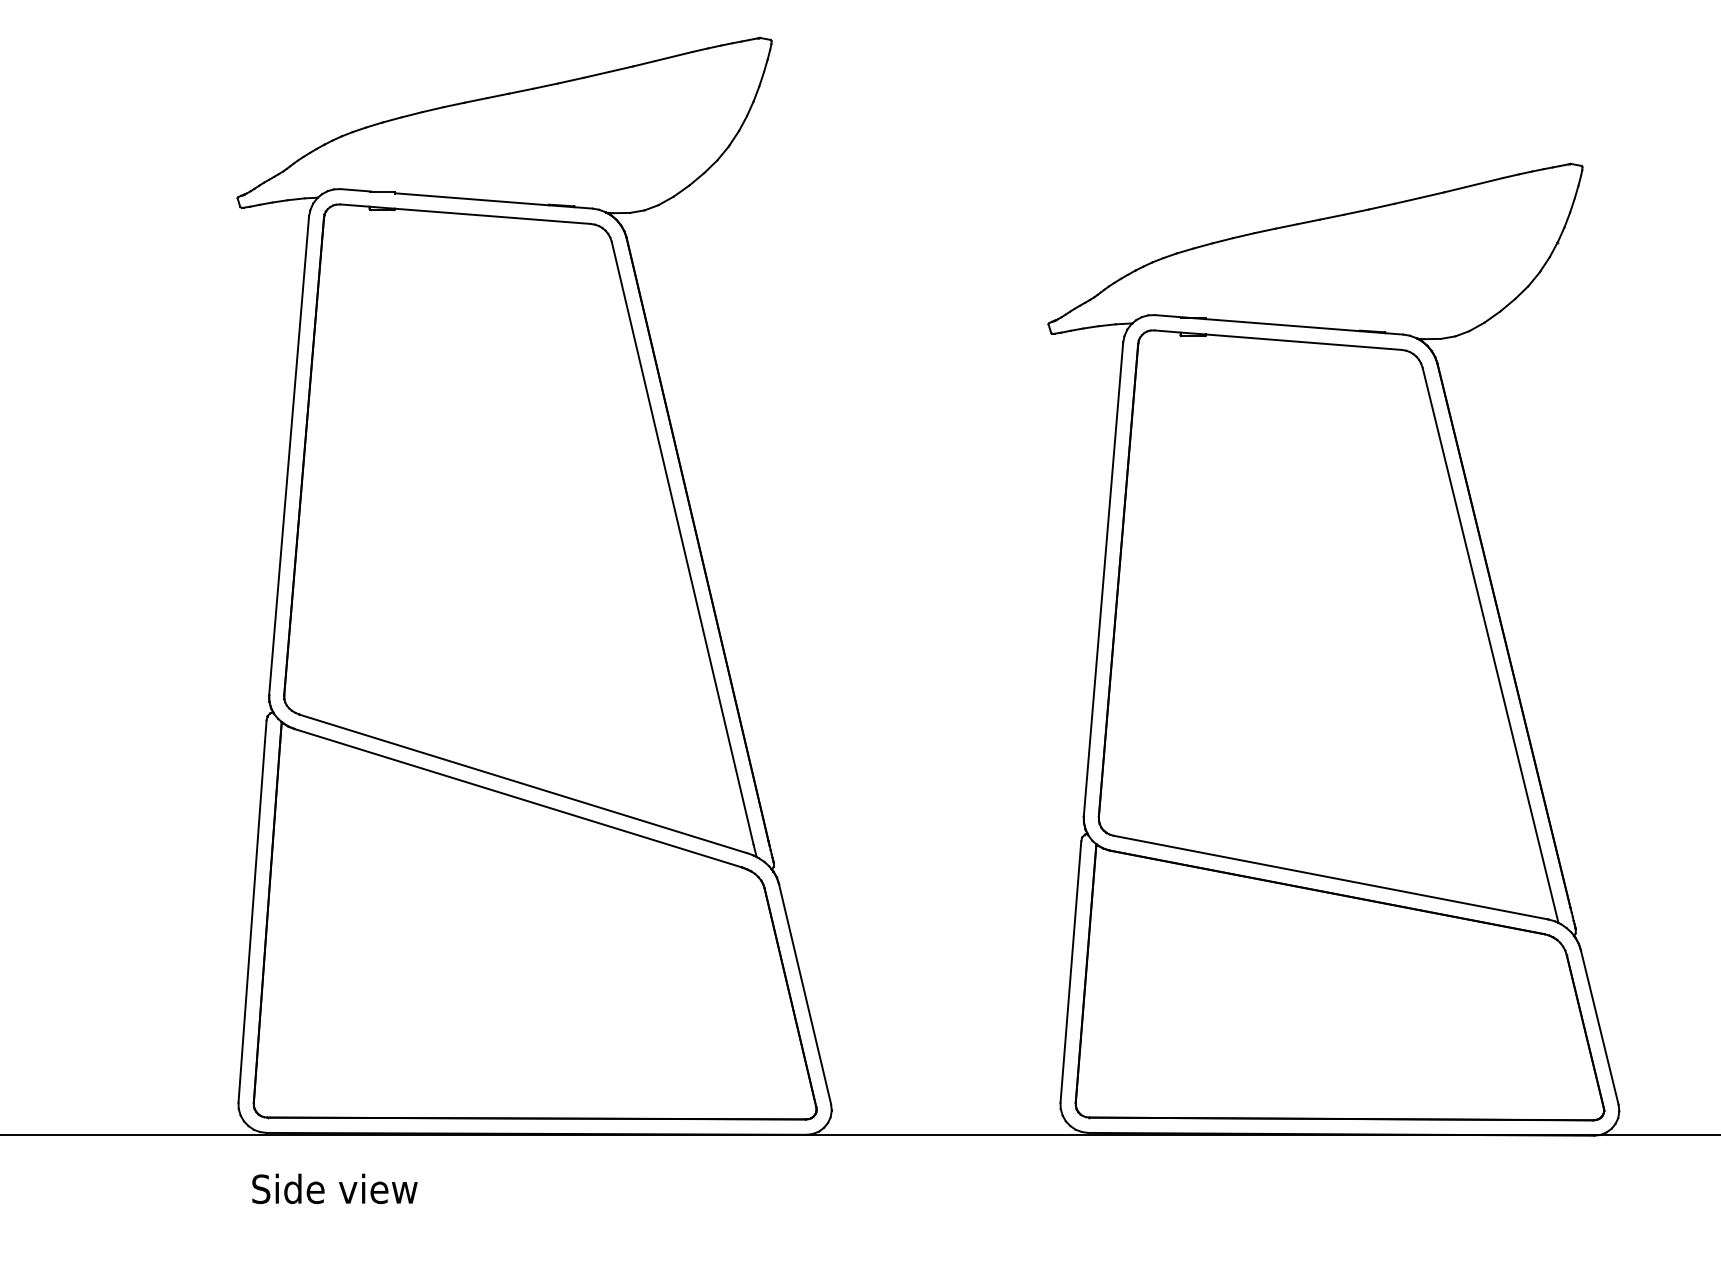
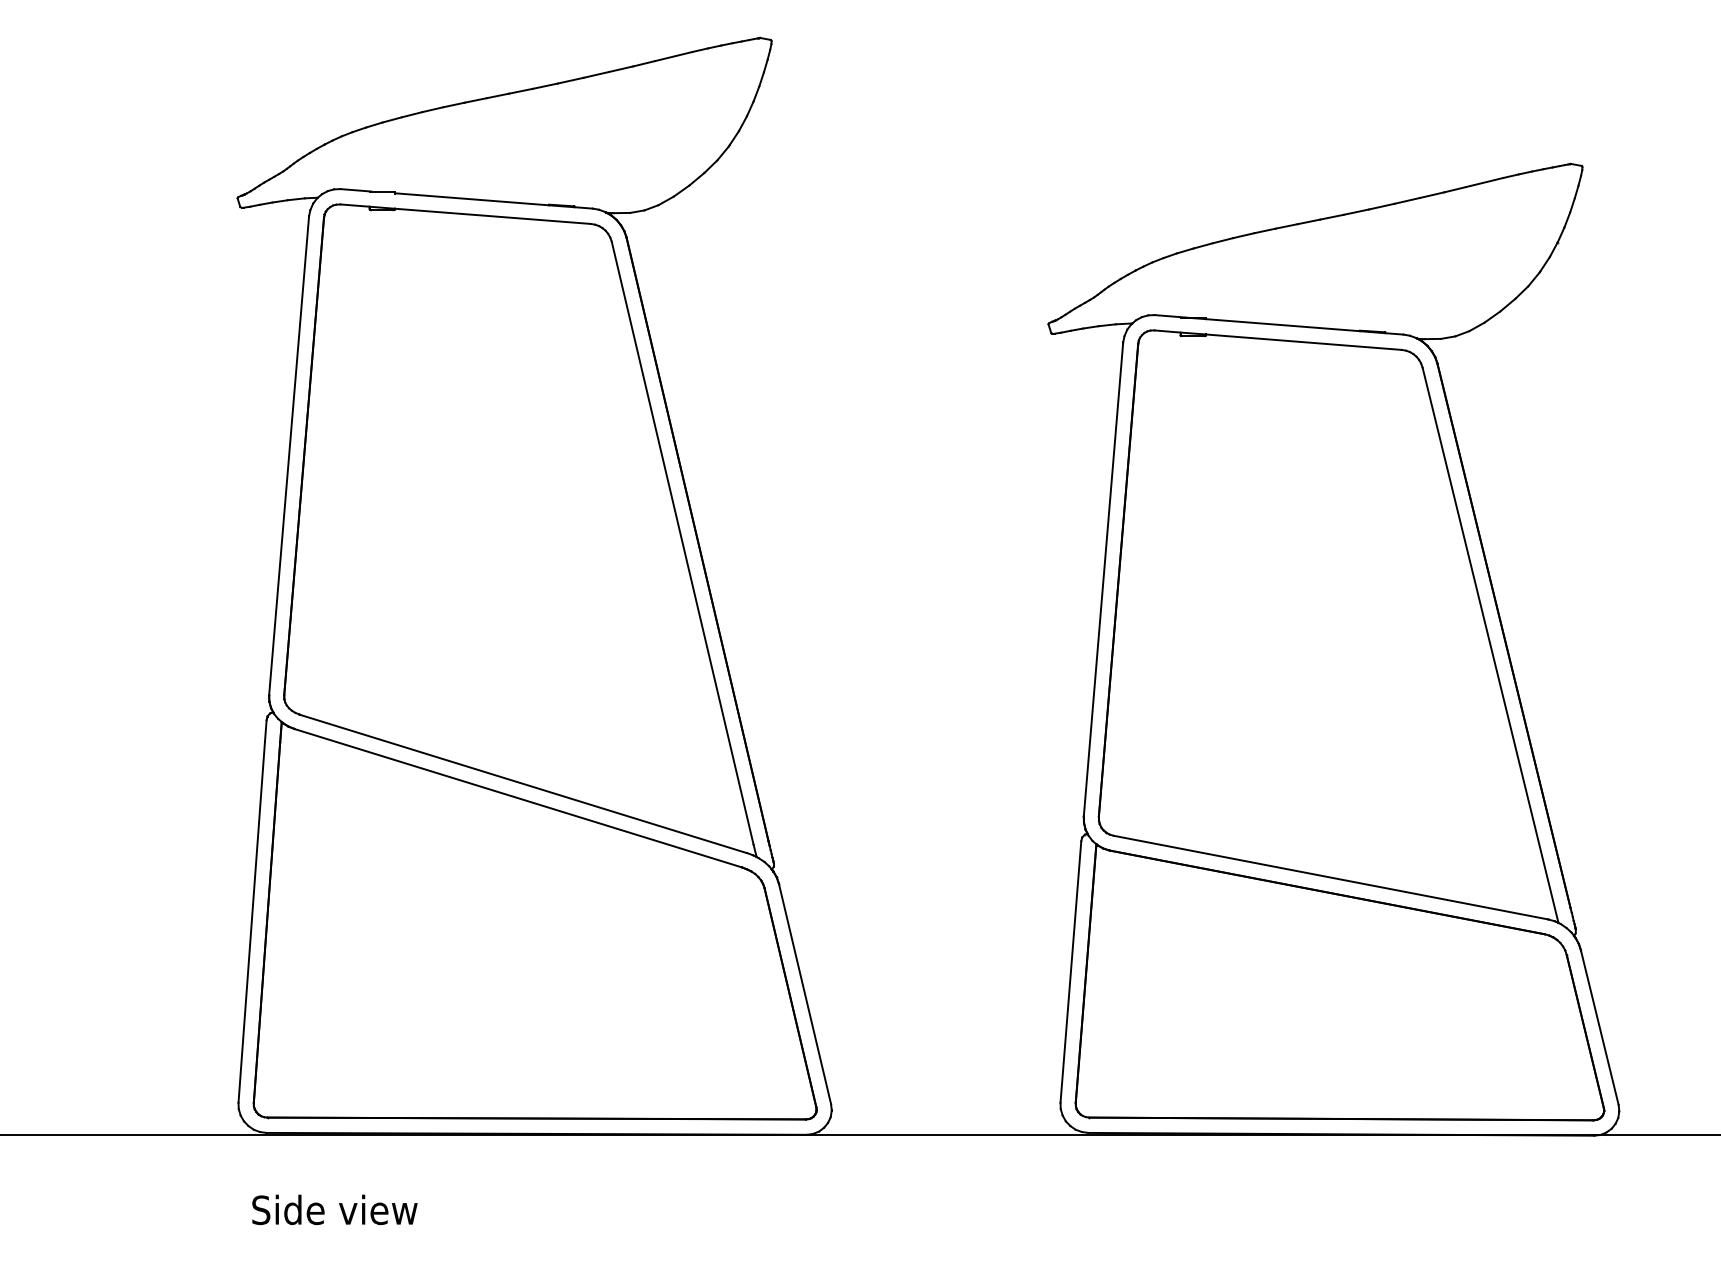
text at (334, 1188) position: (334, 1188) -> (334, 1209)
